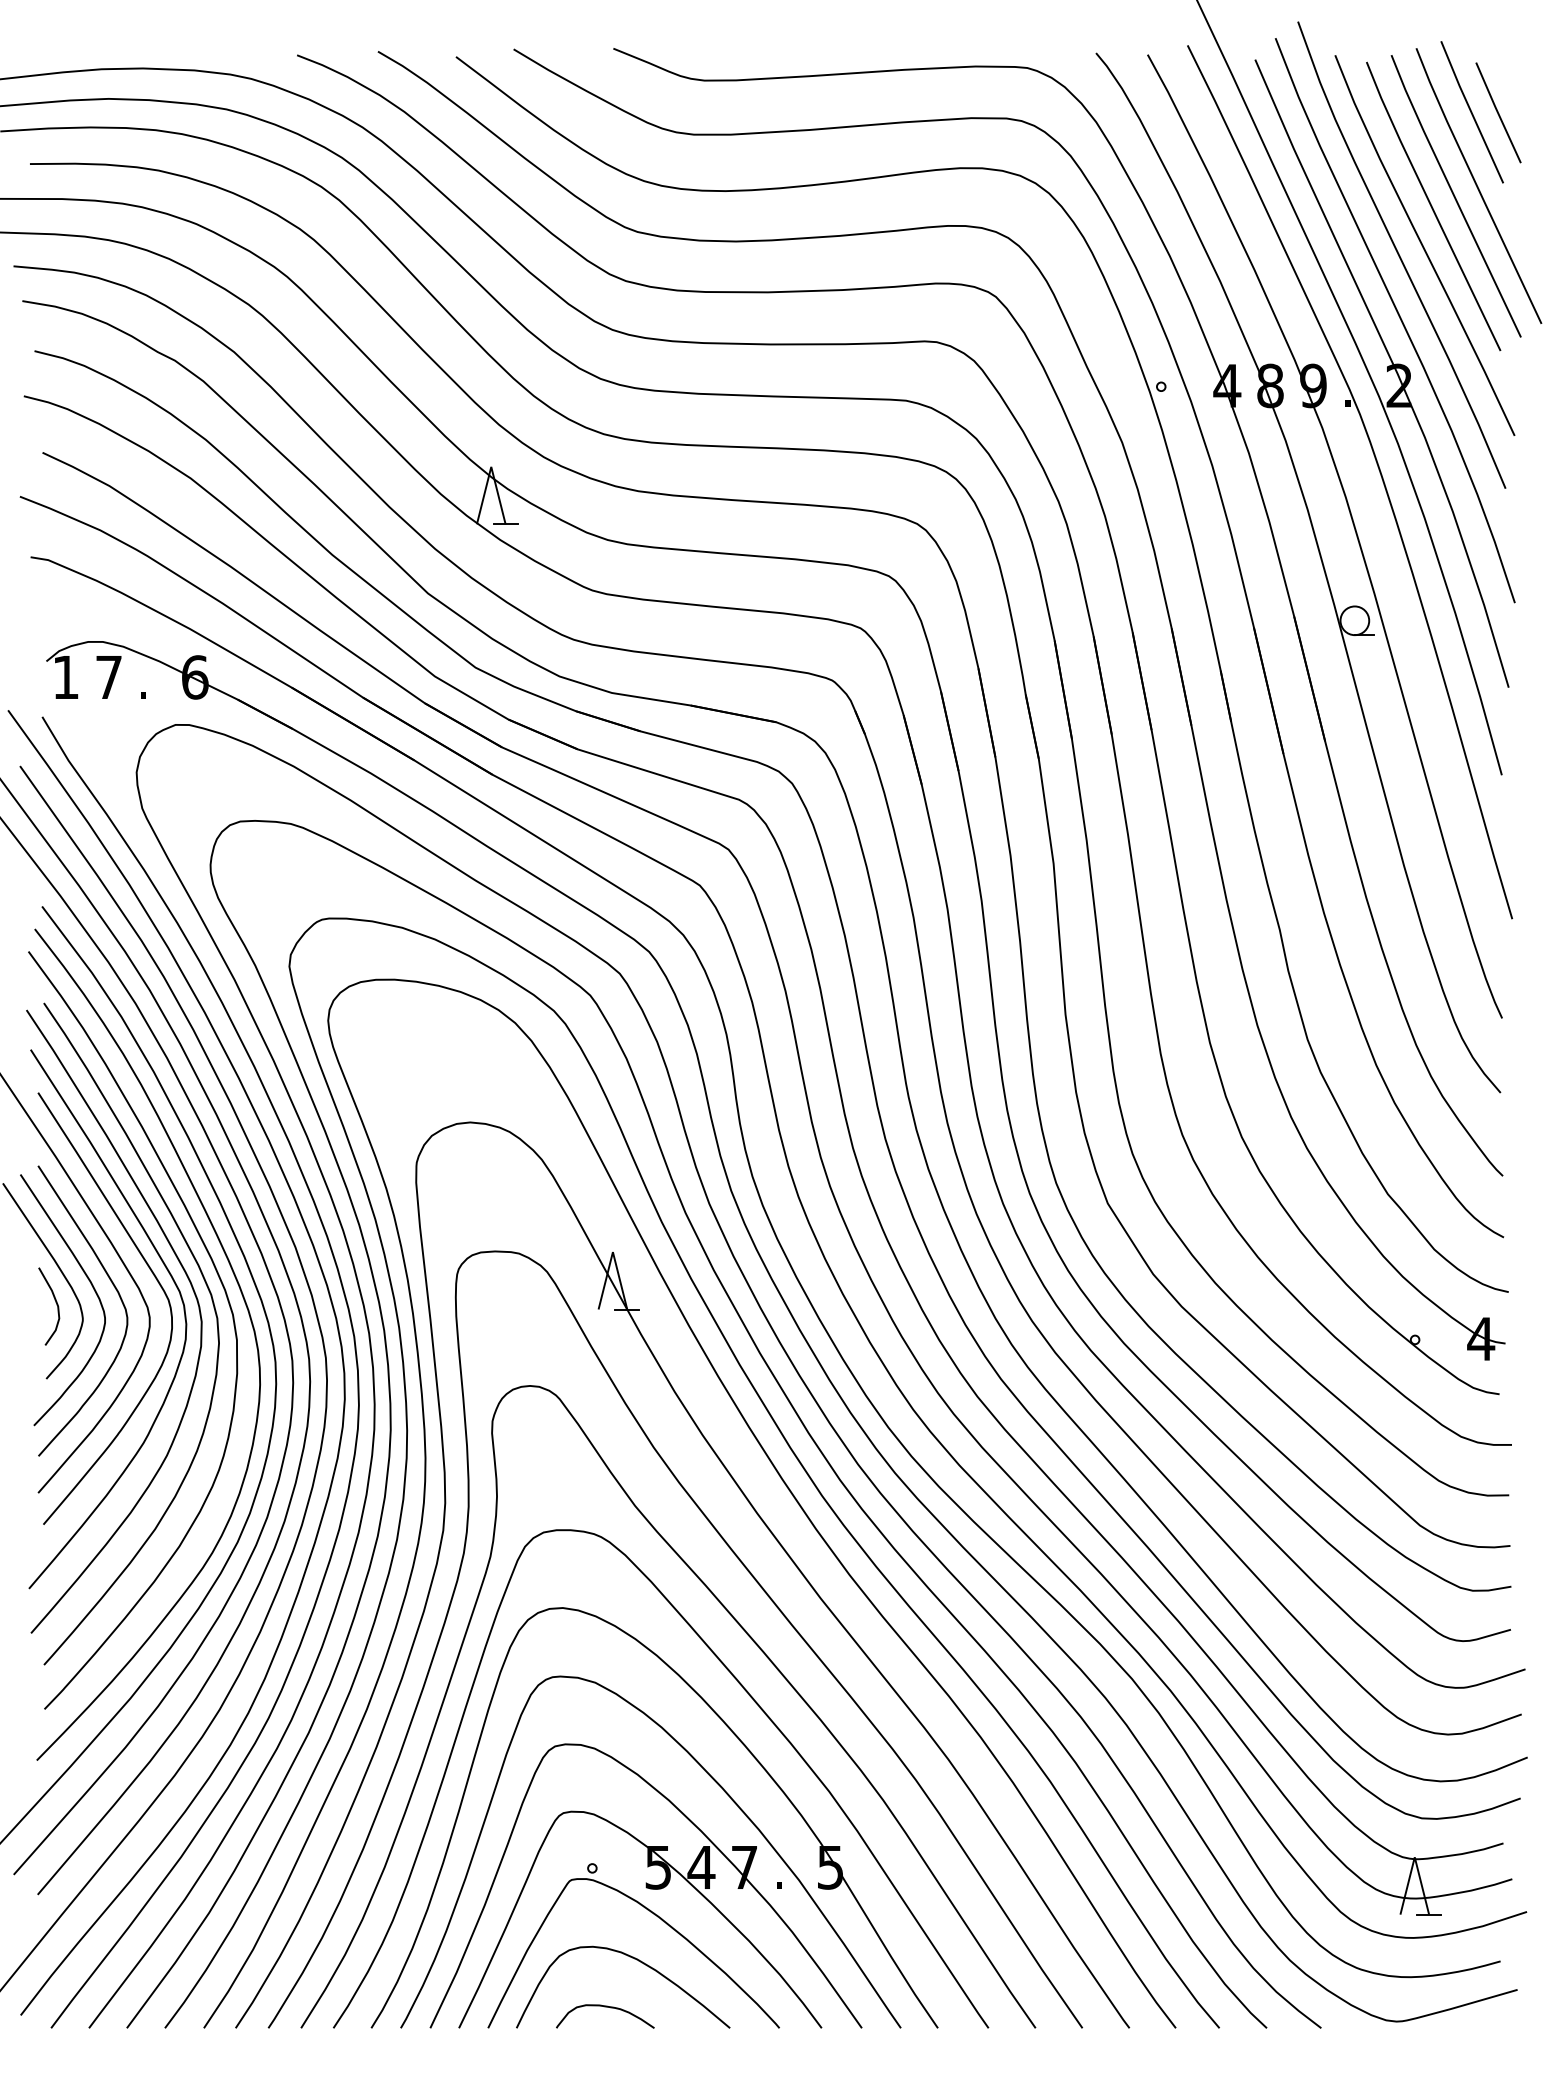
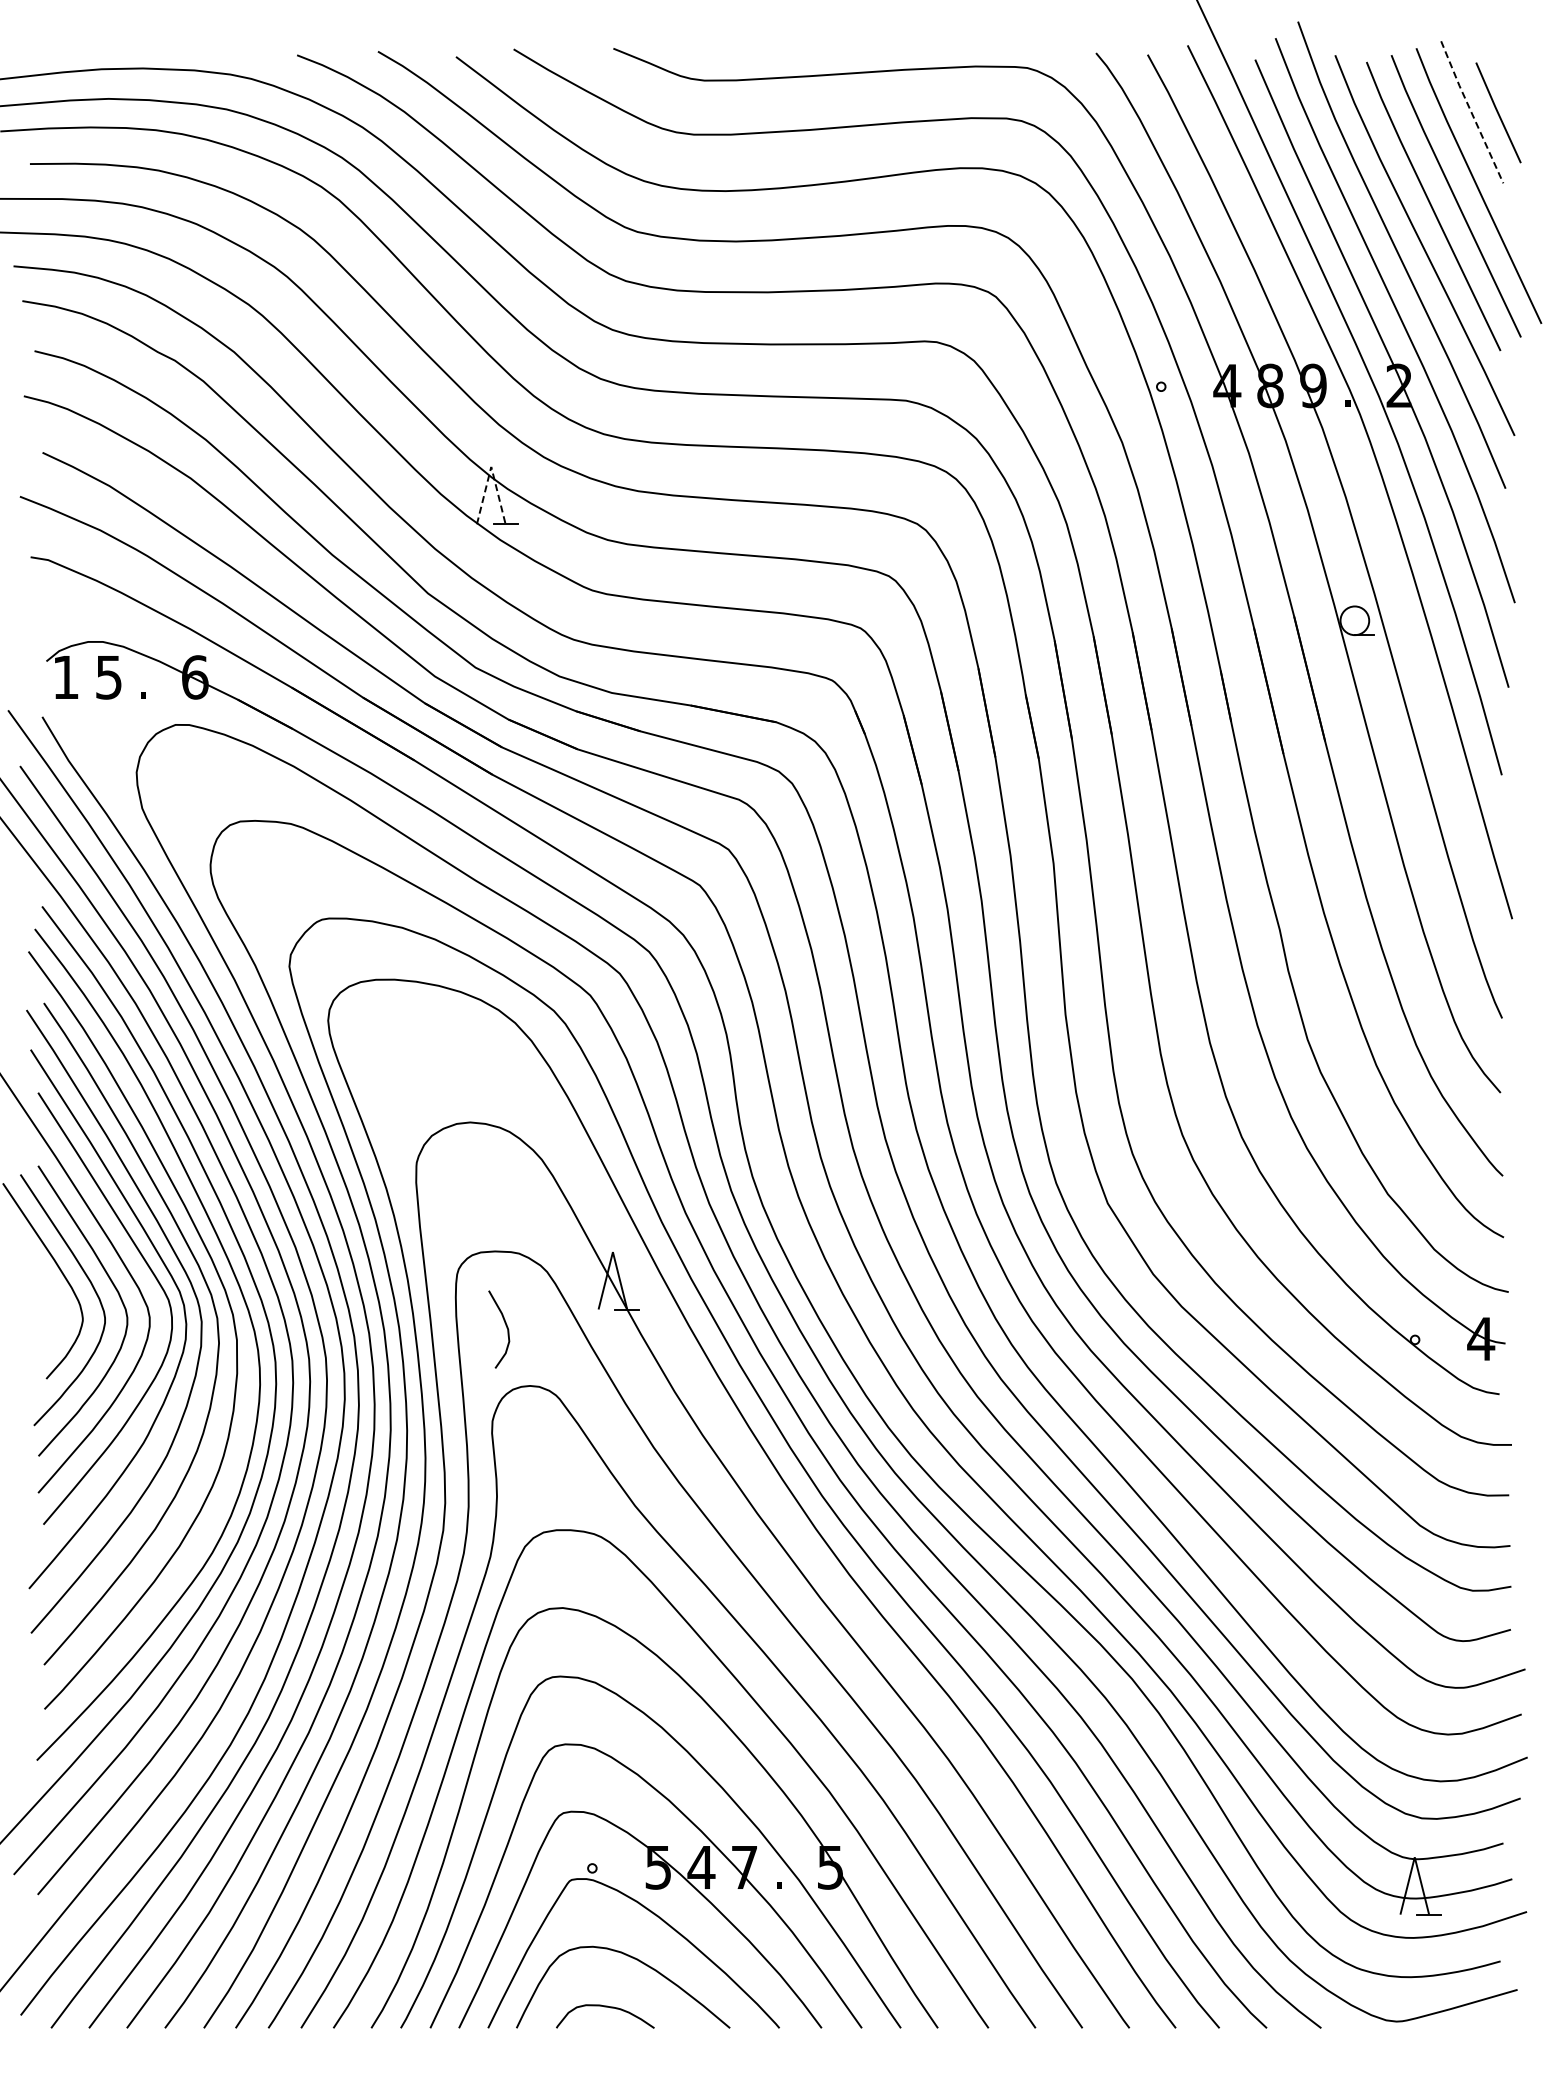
line at (1471, 112): solid -> dashed
line at (491, 466): solid -> dashed
text at (108, 677): 7 -> 5
curve at (56, 1305) position: (56, 1305) -> (506, 1328)
